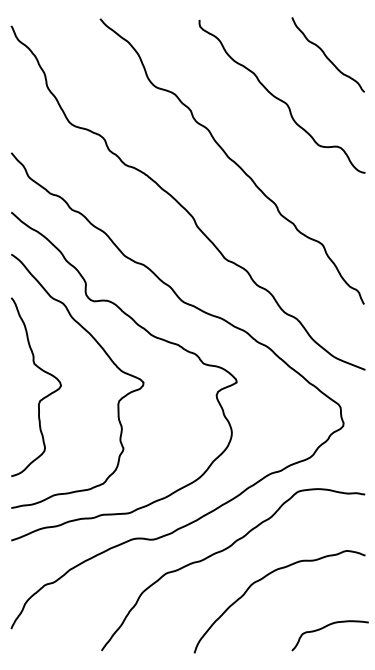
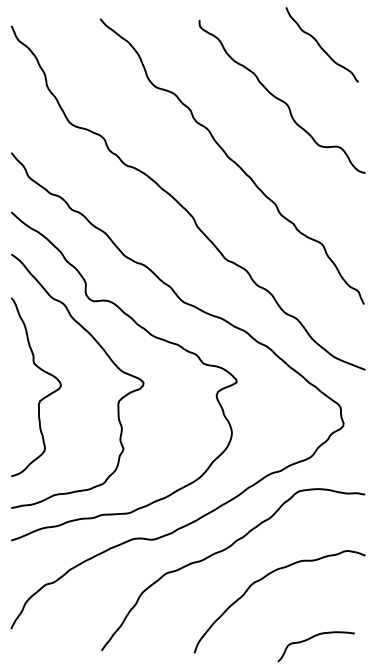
curve at (326, 55) position: (326, 55) -> (320, 45)
curve at (326, 627) position: (326, 627) -> (312, 638)
